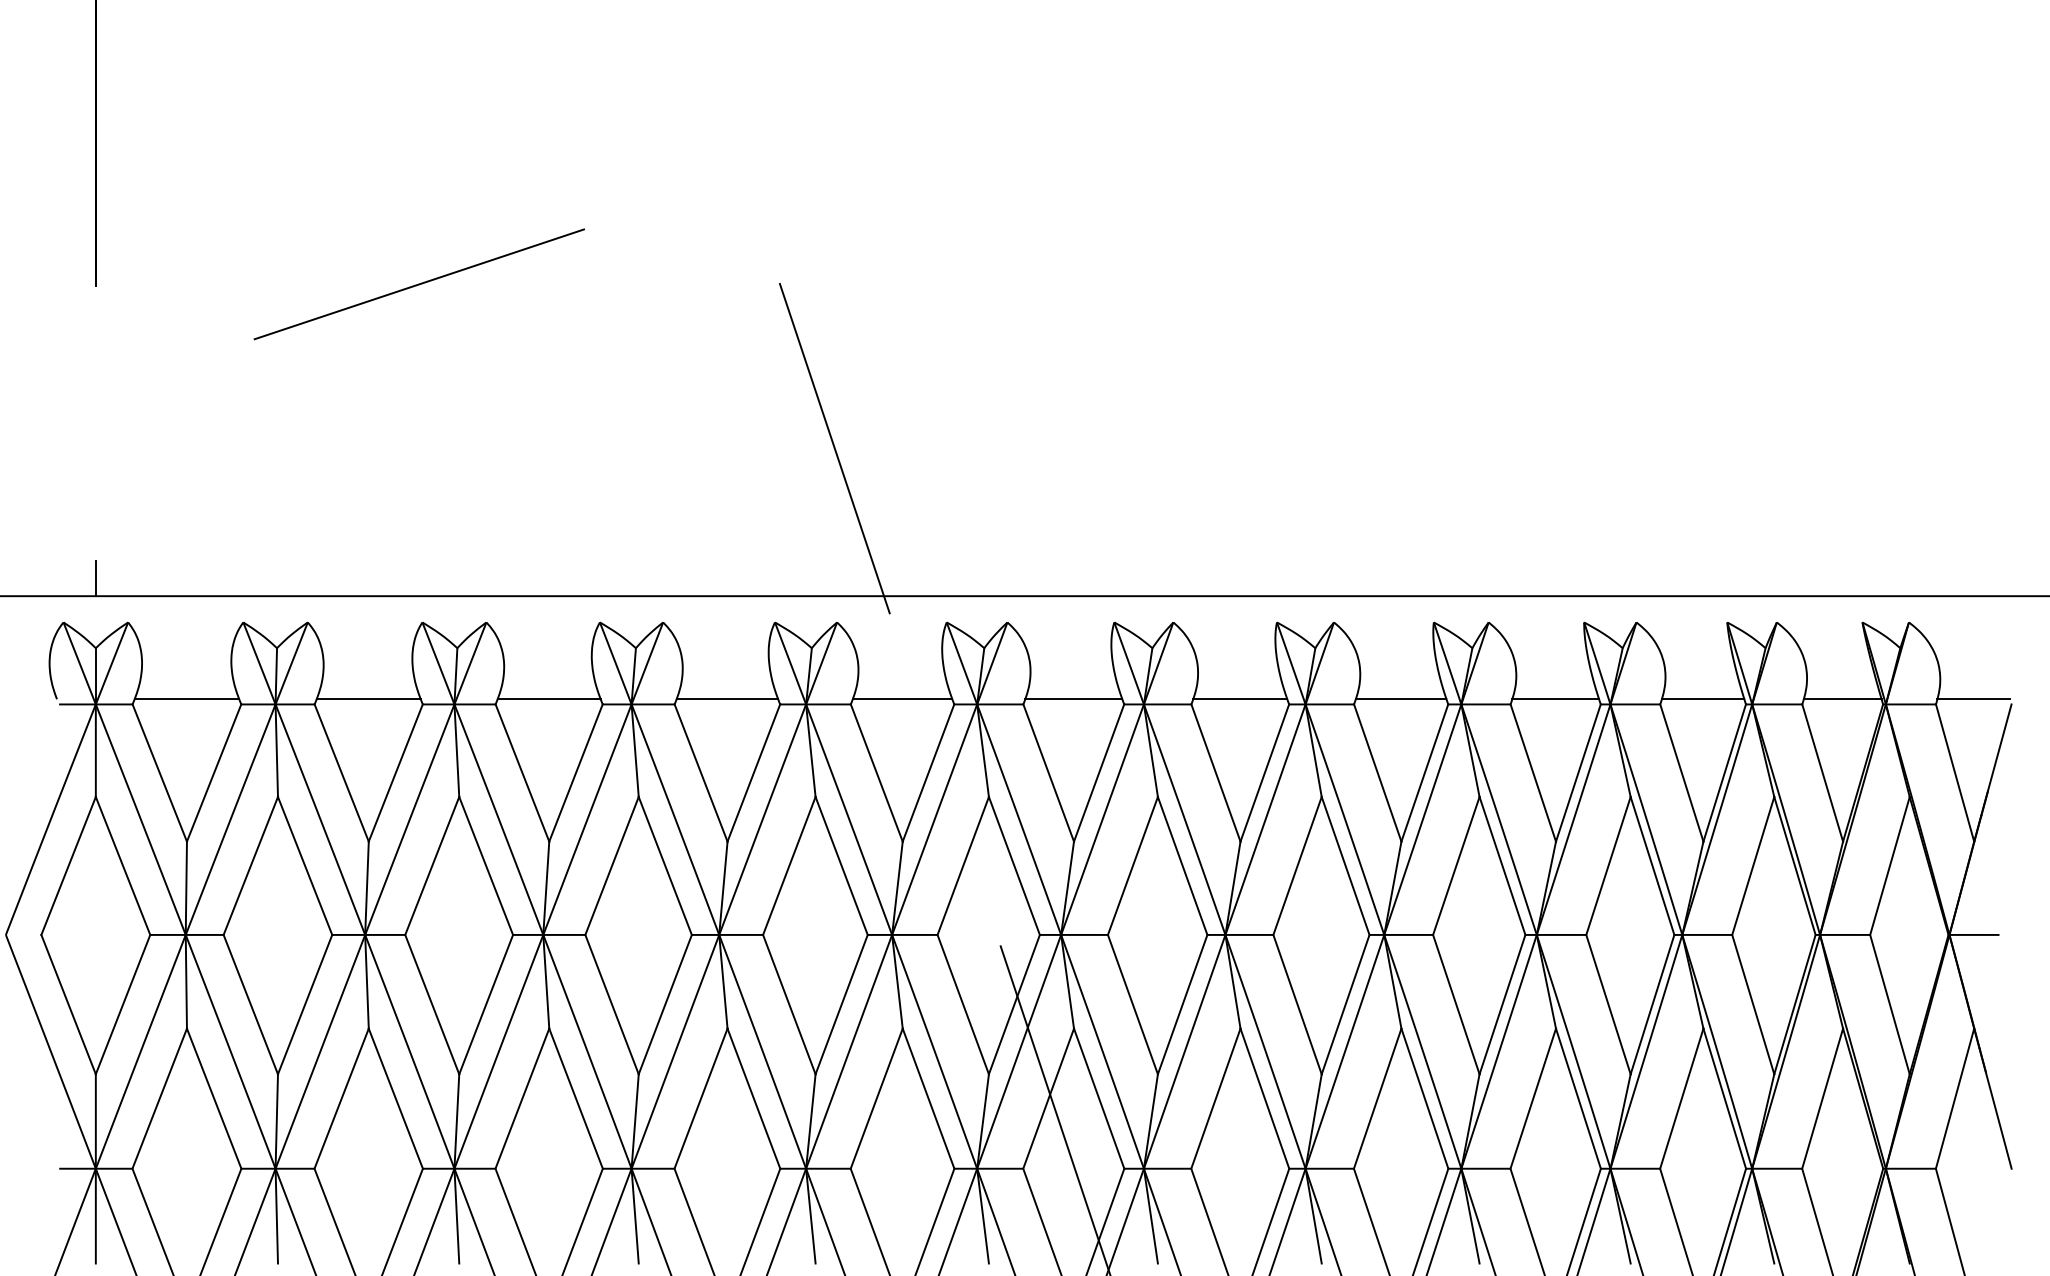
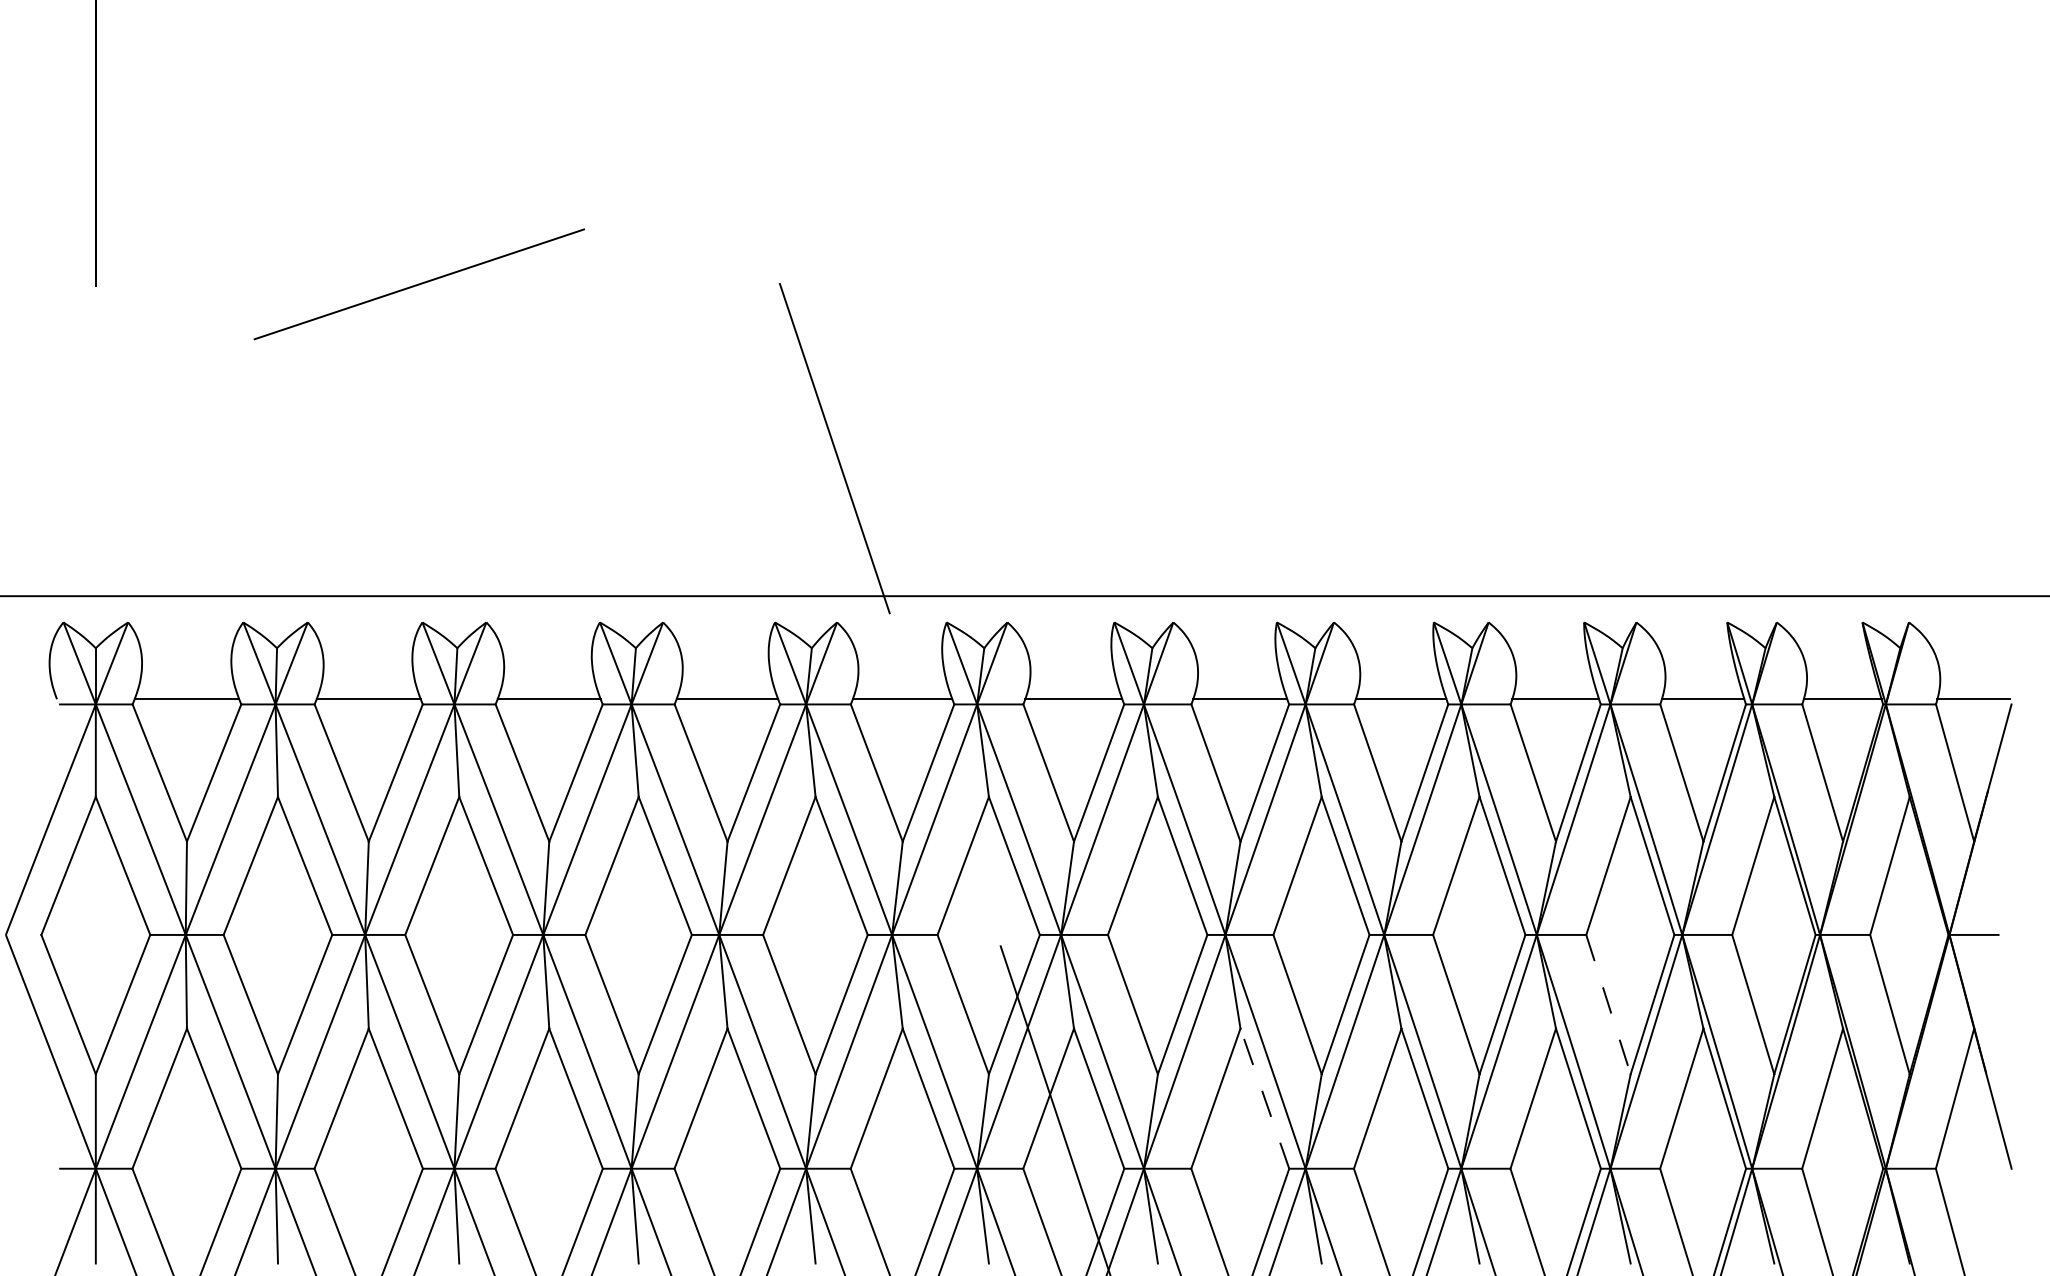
line at (95, 578): present -> none
line at (1608, 1005): solid -> dashed
line at (1264, 1098): solid -> dashed
